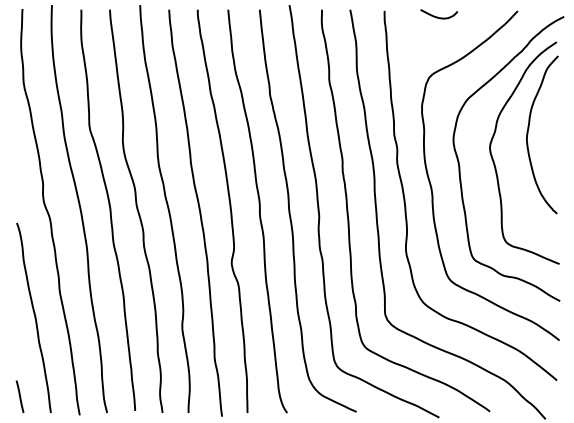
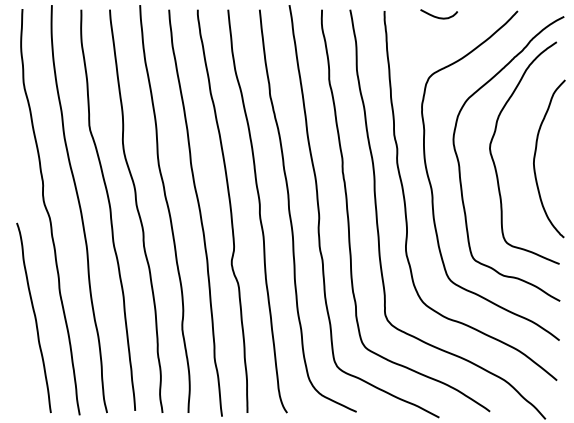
curve at (528, 134) position: (528, 134) -> (535, 158)
line at (19, 396): present -> none
